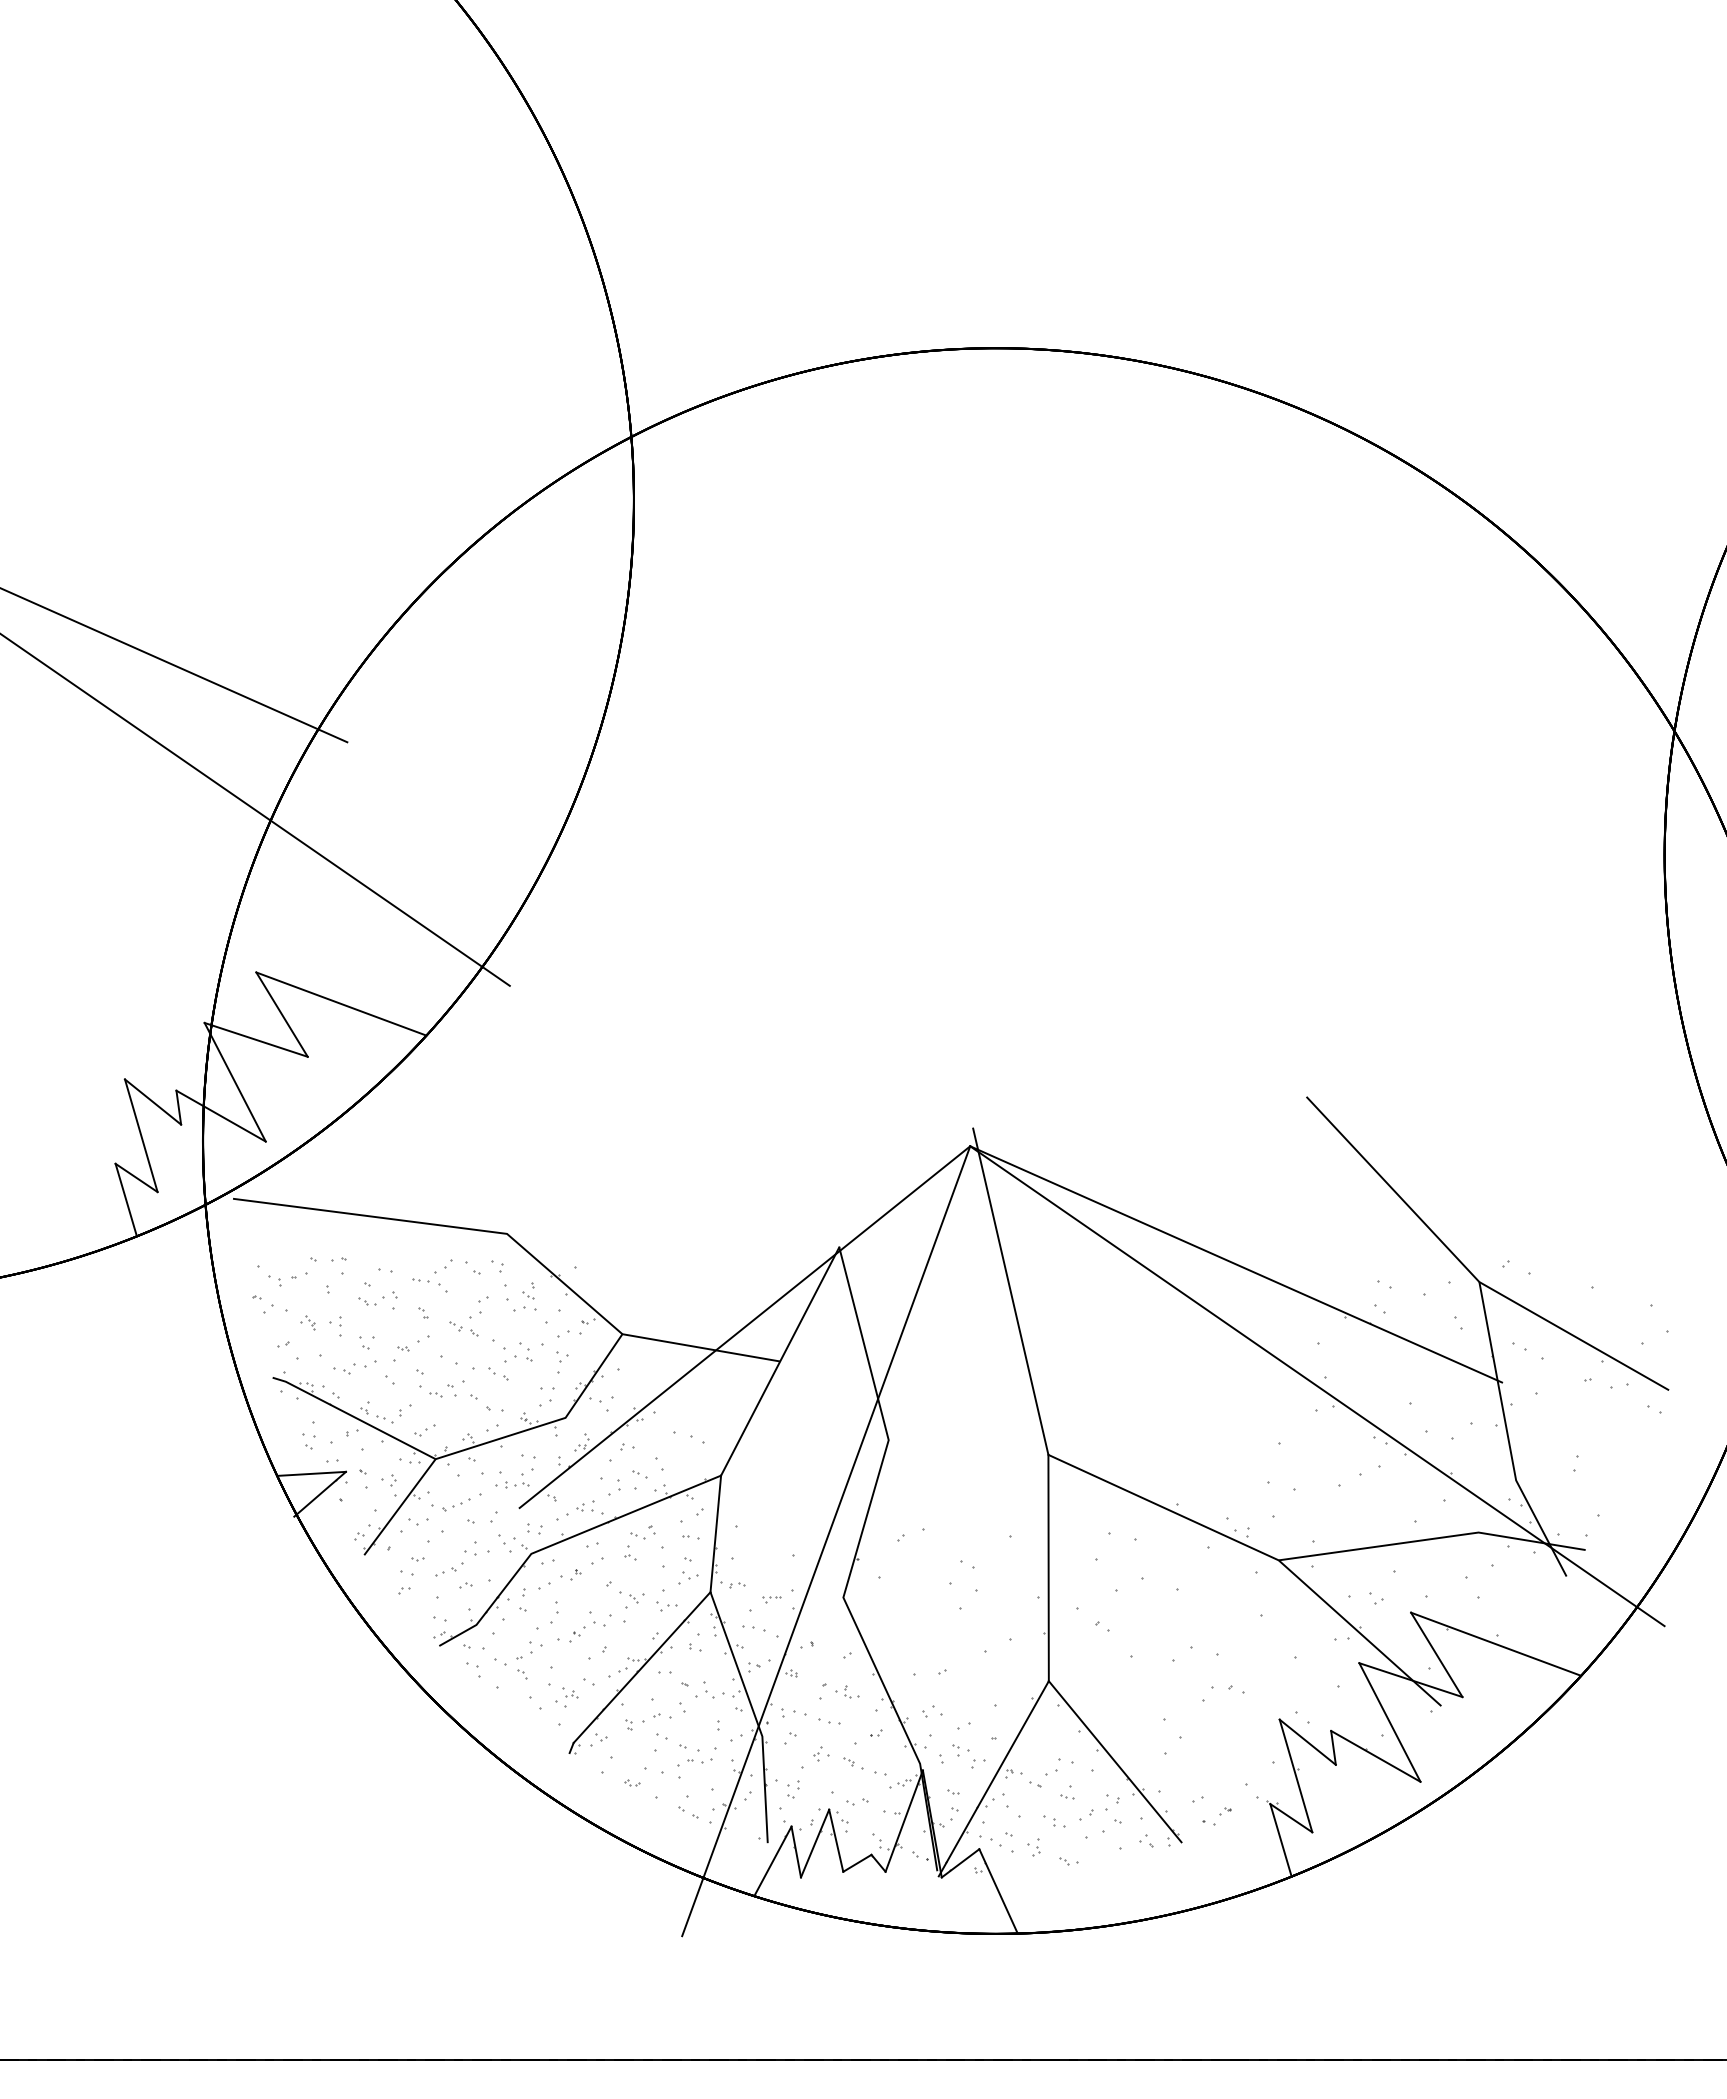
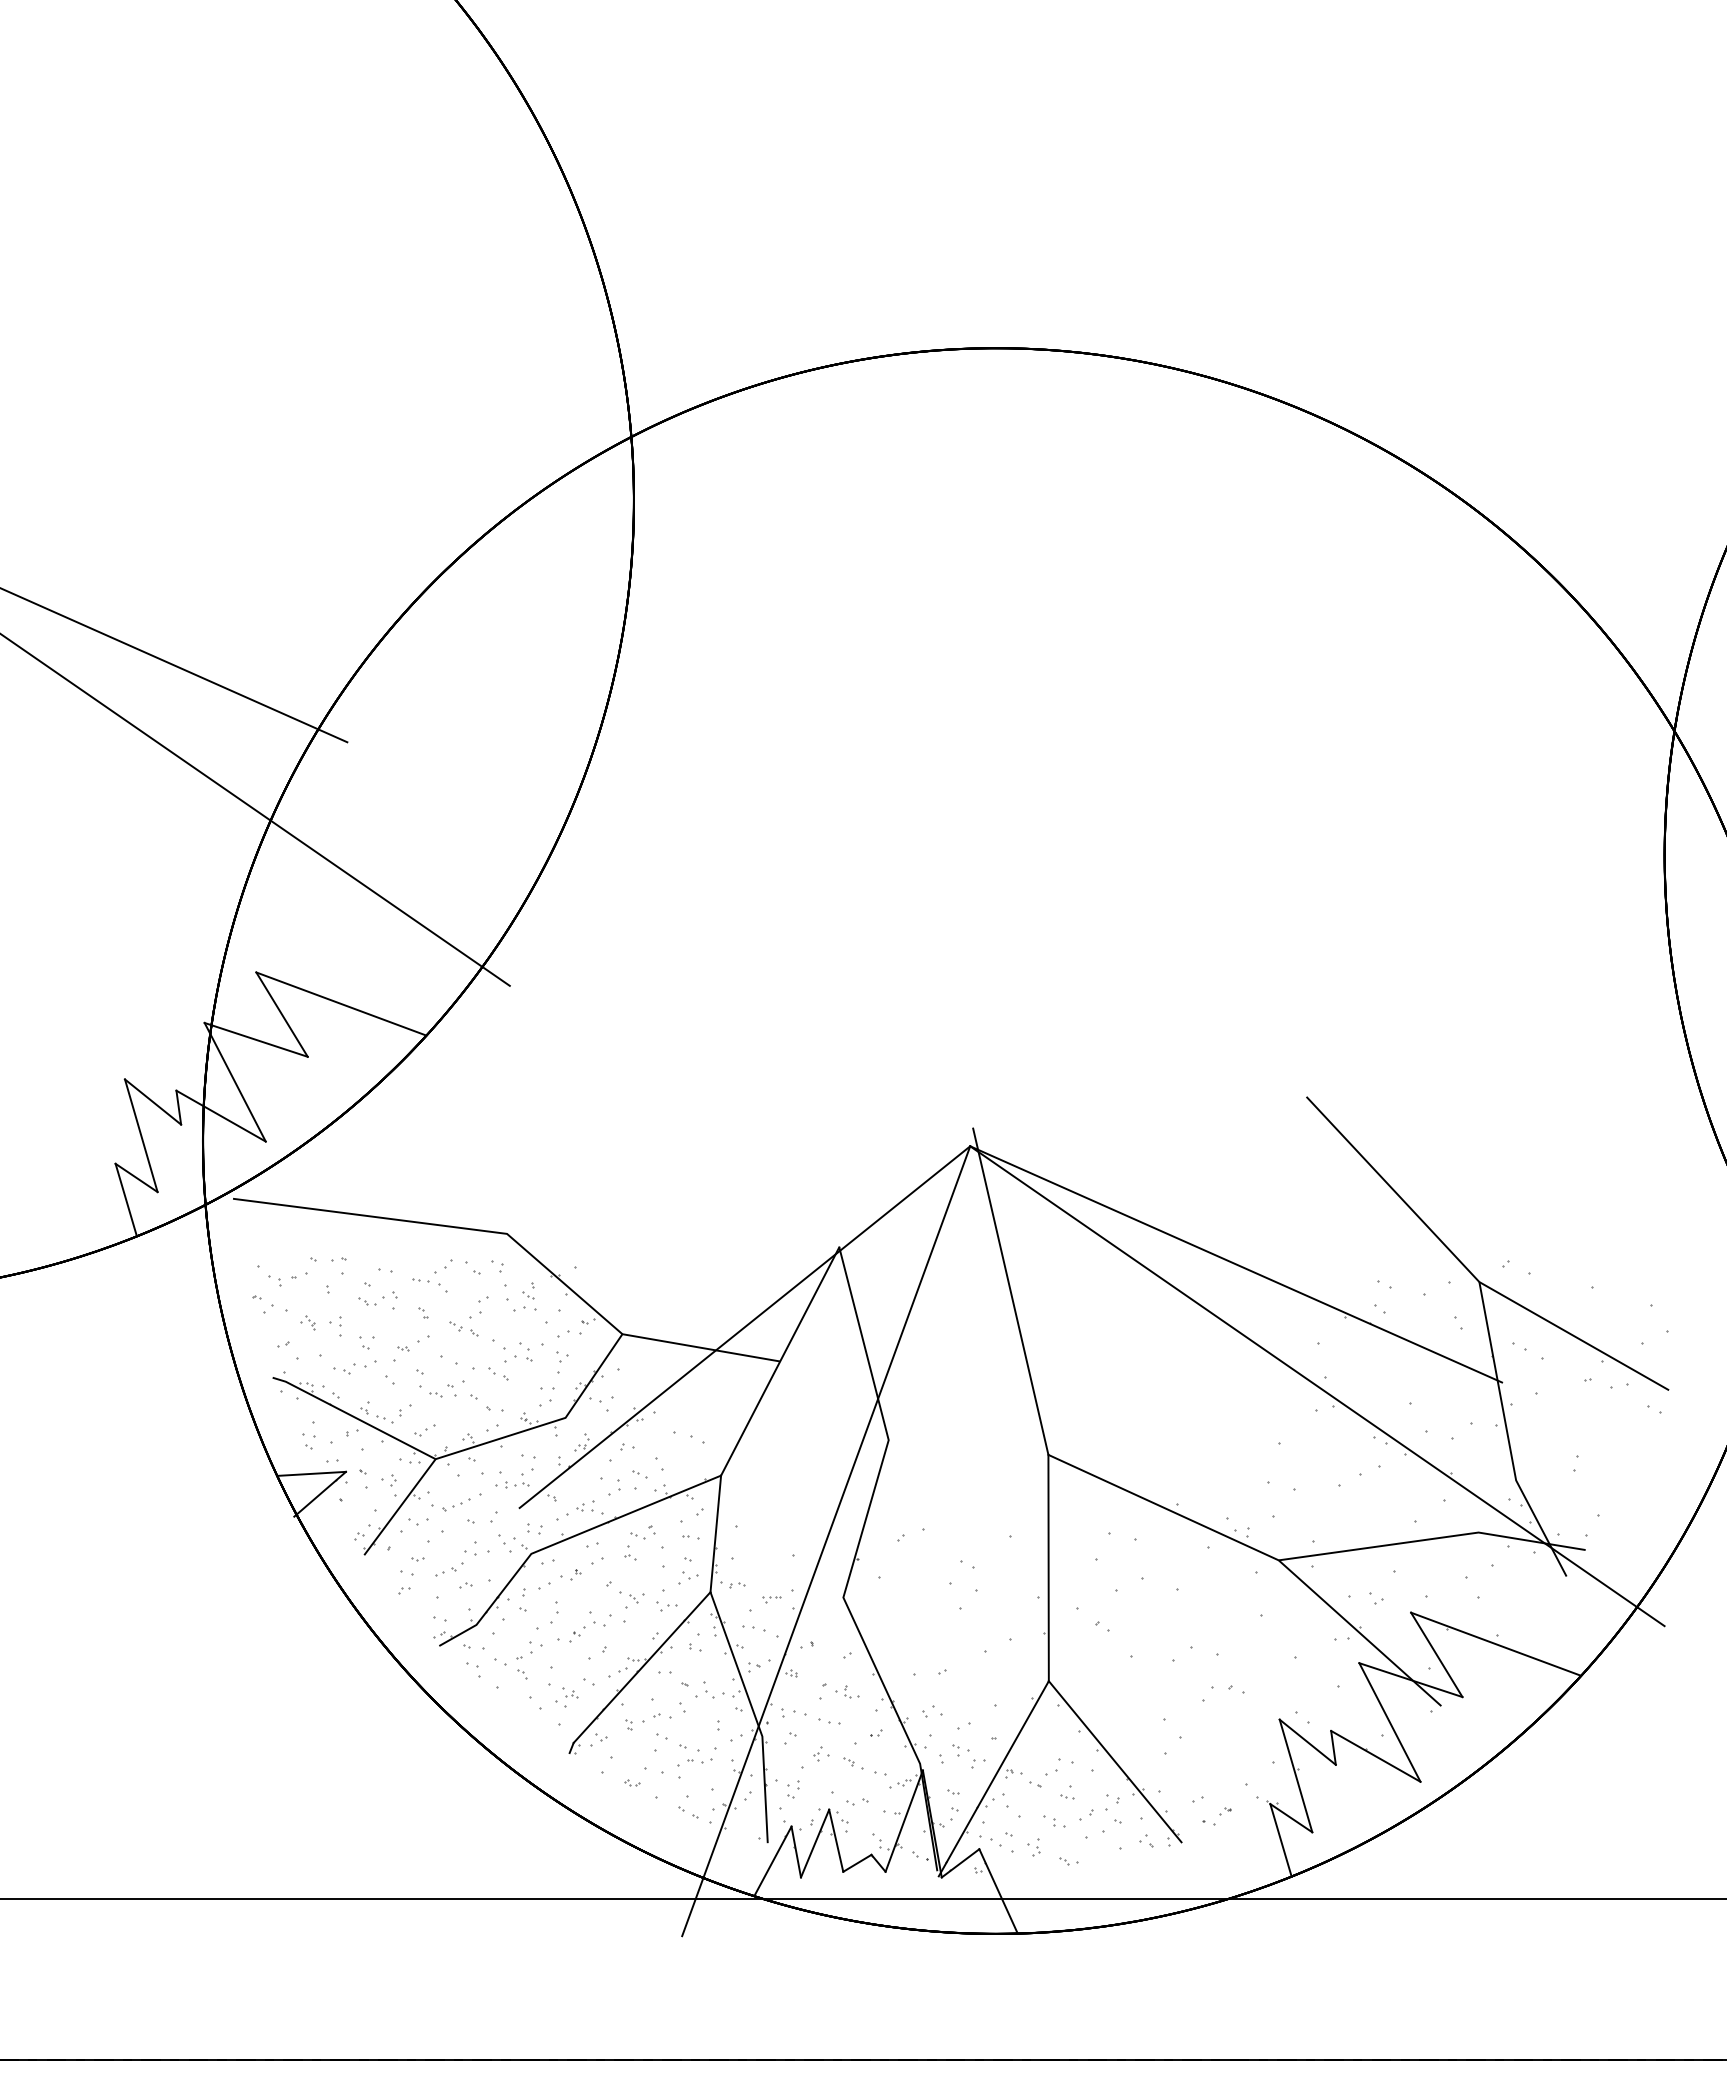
line at (862, 1899): none -> present
